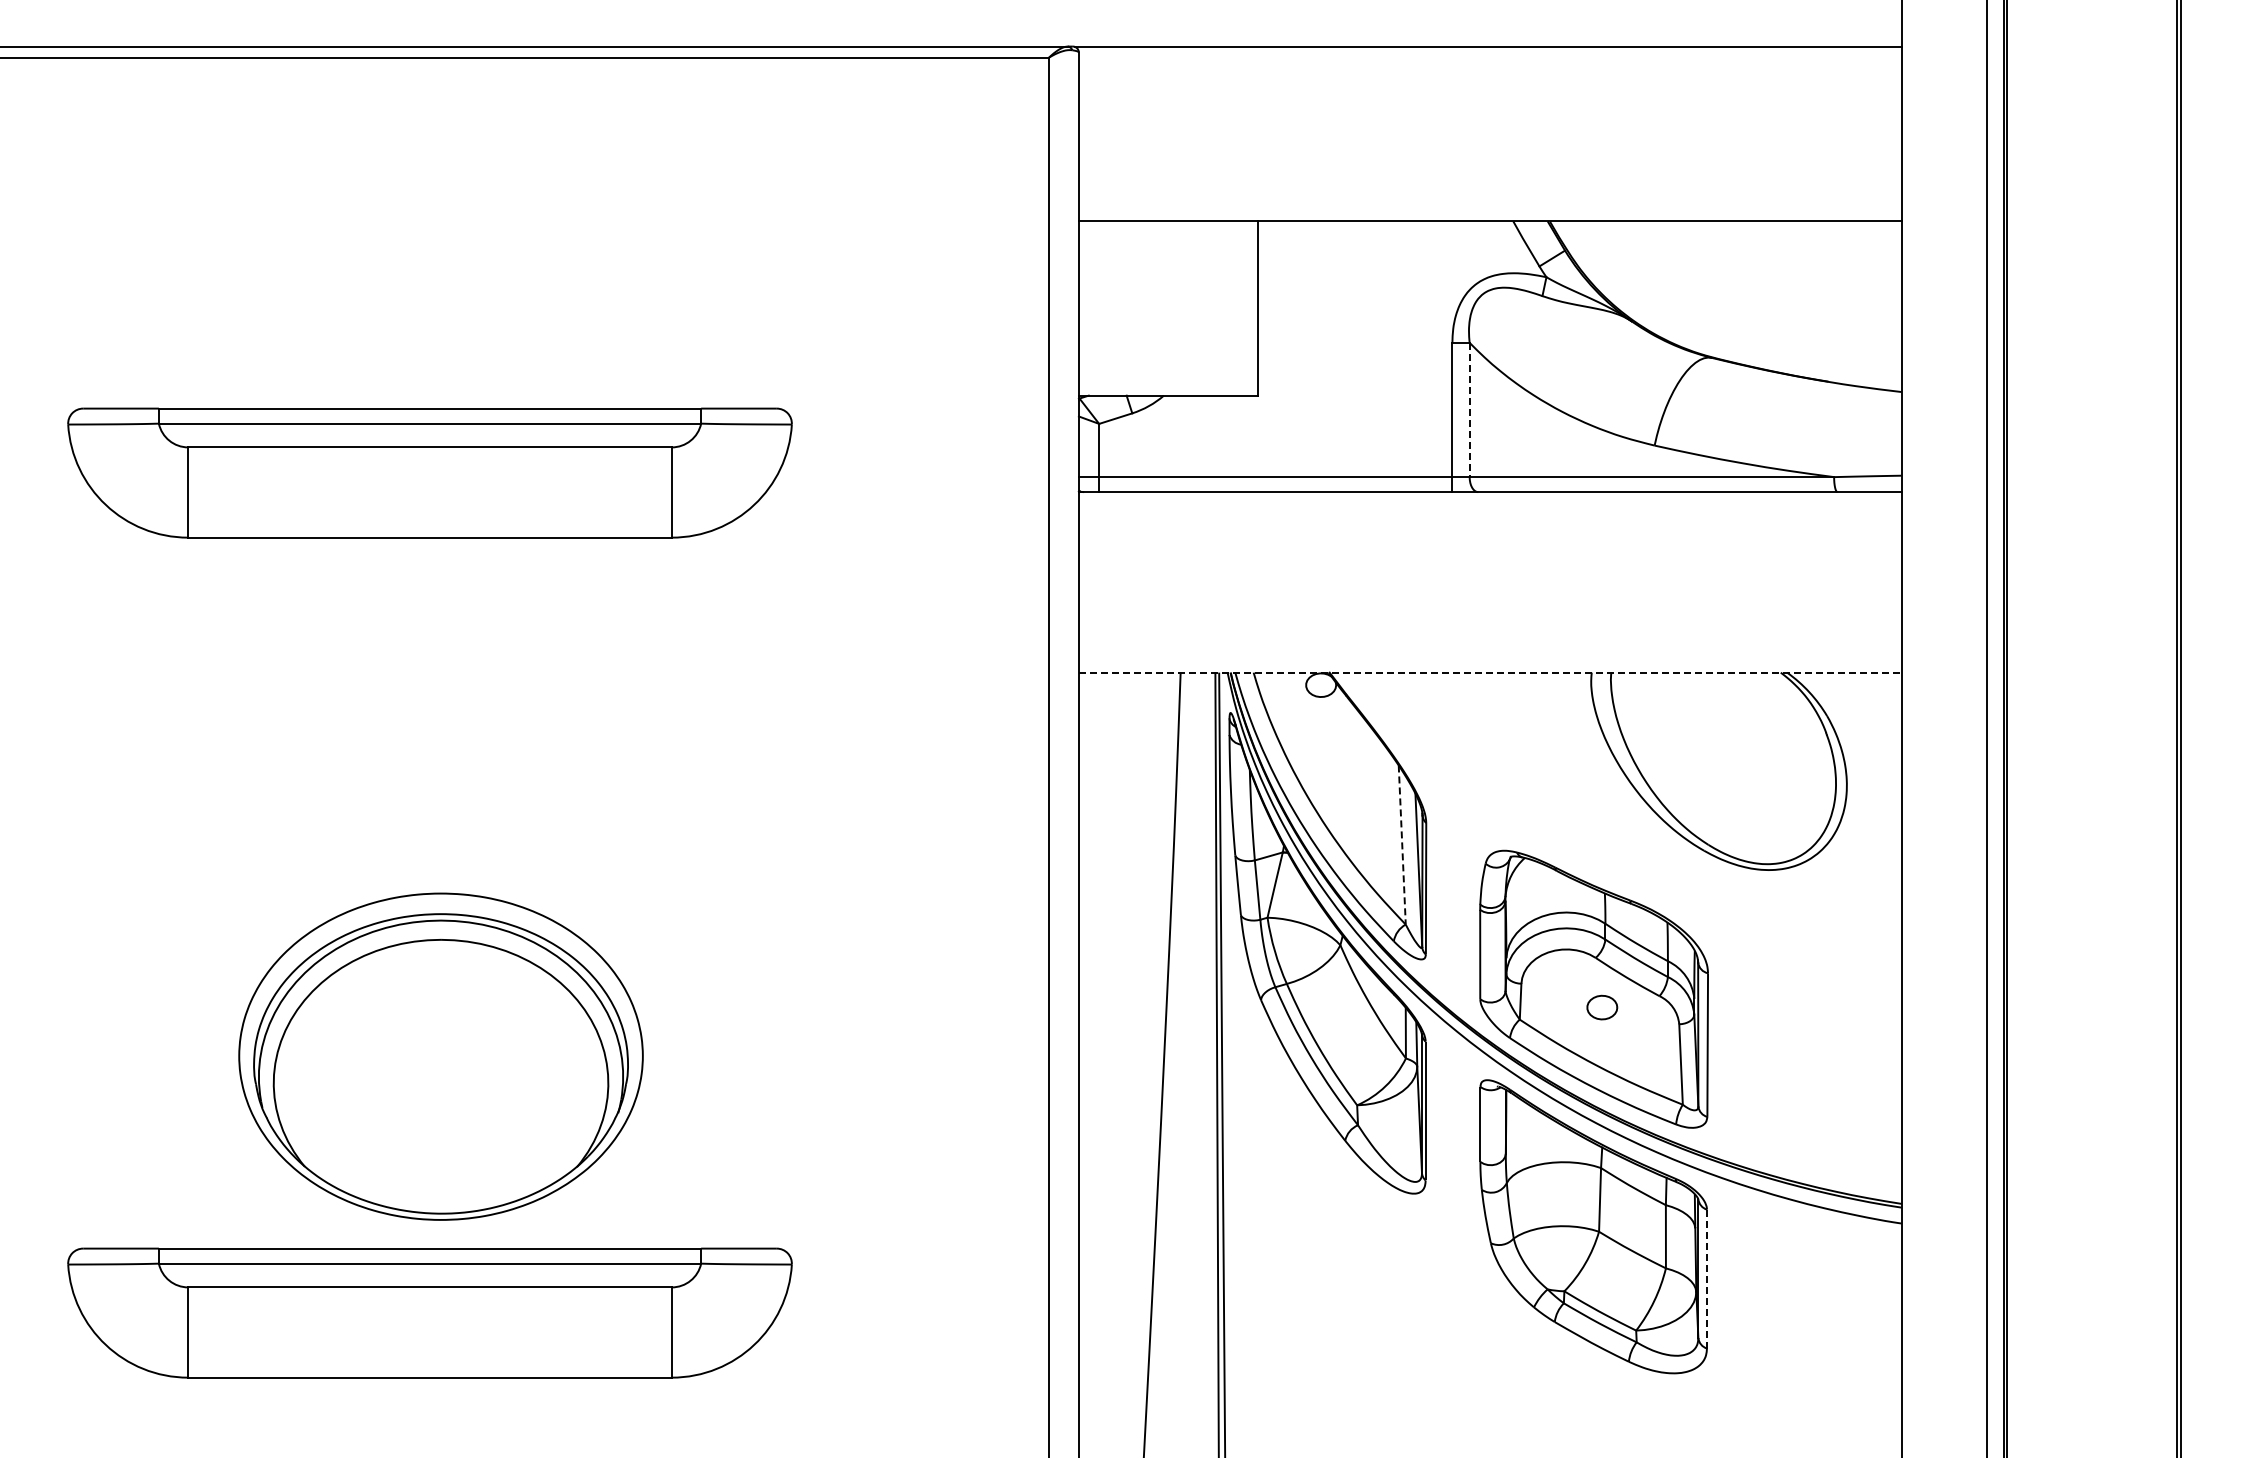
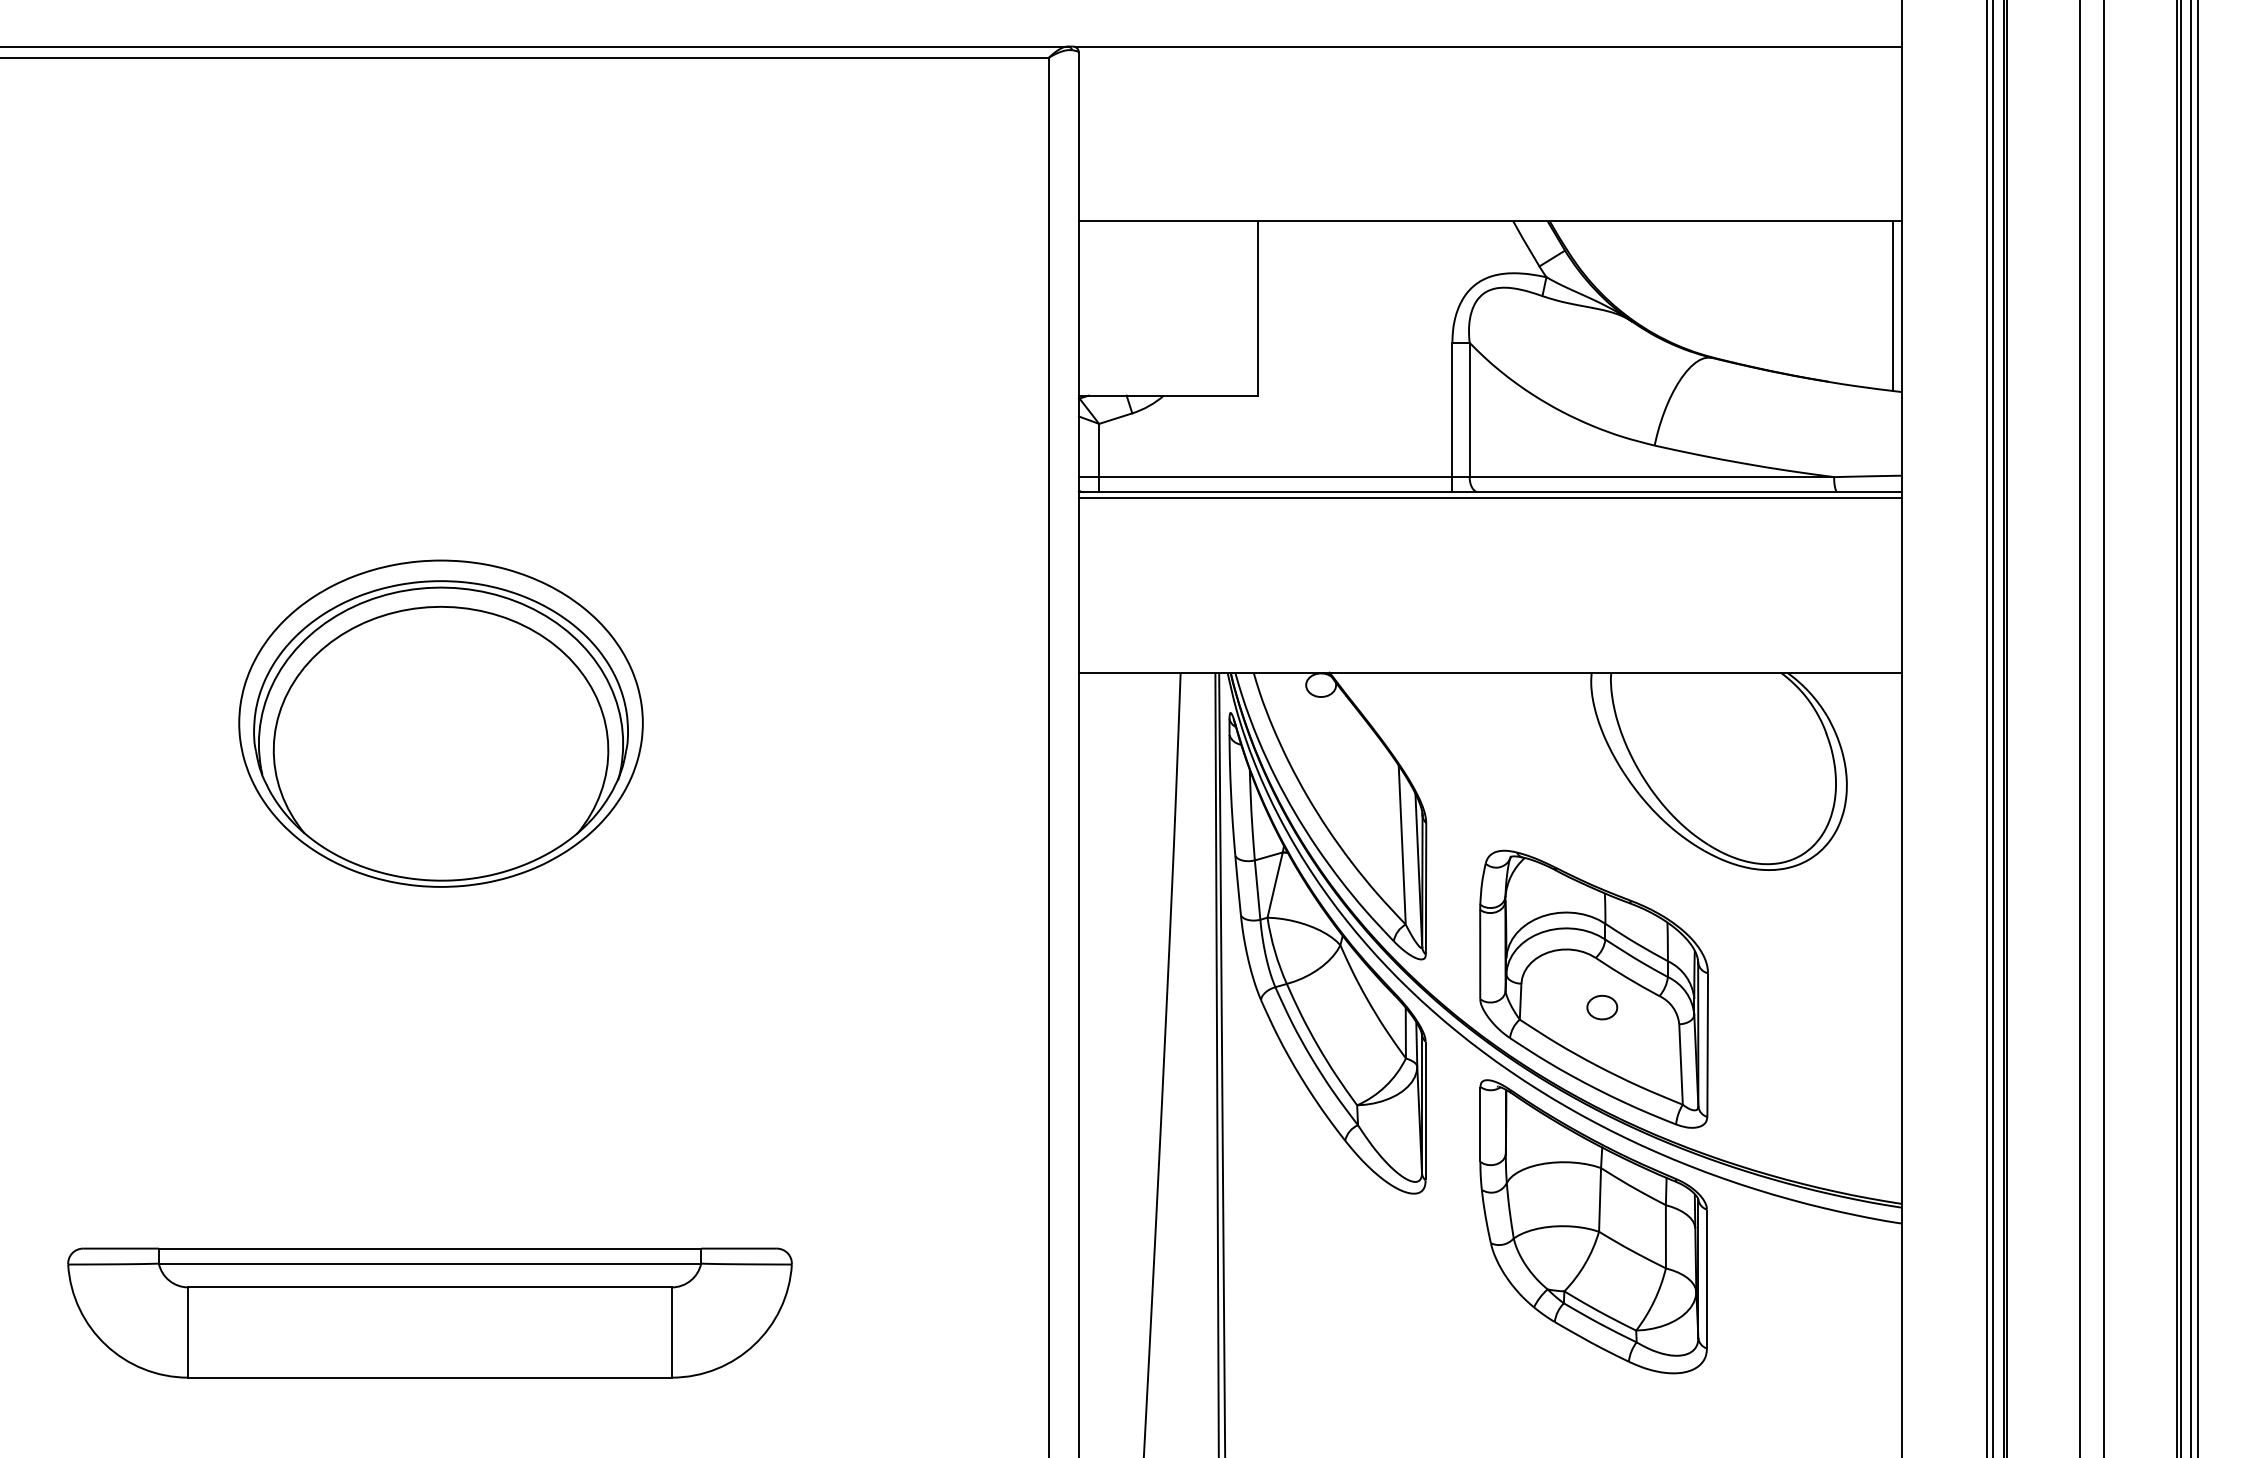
line at (1892, 305): none -> present
line at (1469, 410): dashed -> solid
part at (429, 472): present -> none
line at (1489, 498): none -> present
line at (1490, 672): dashed -> solid
line at (1993, 728): none -> present
line at (2080, 728): none -> present
line at (2104, 728): none -> present
line at (2191, 728): none -> present
line at (2198, 728): none -> present
line at (1402, 845): dashed -> solid
part at (440, 1056) position: (440, 1056) -> (440, 723)
line at (1706, 1279): dashed -> solid
